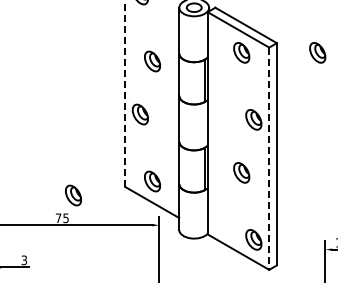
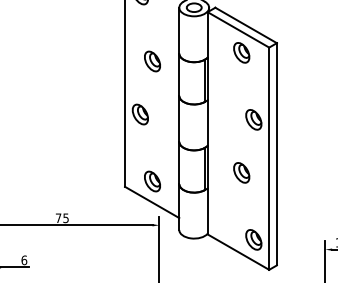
part at (317, 52): present -> none
line at (125, 93): dashed -> solid
line at (269, 159): dashed -> solid
part at (73, 195): present -> none
text at (24, 260): 3 -> 6
